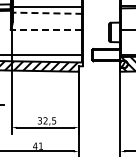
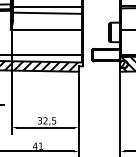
line at (47, 13): dashed -> solid
line at (46, 30): dashed -> solid
